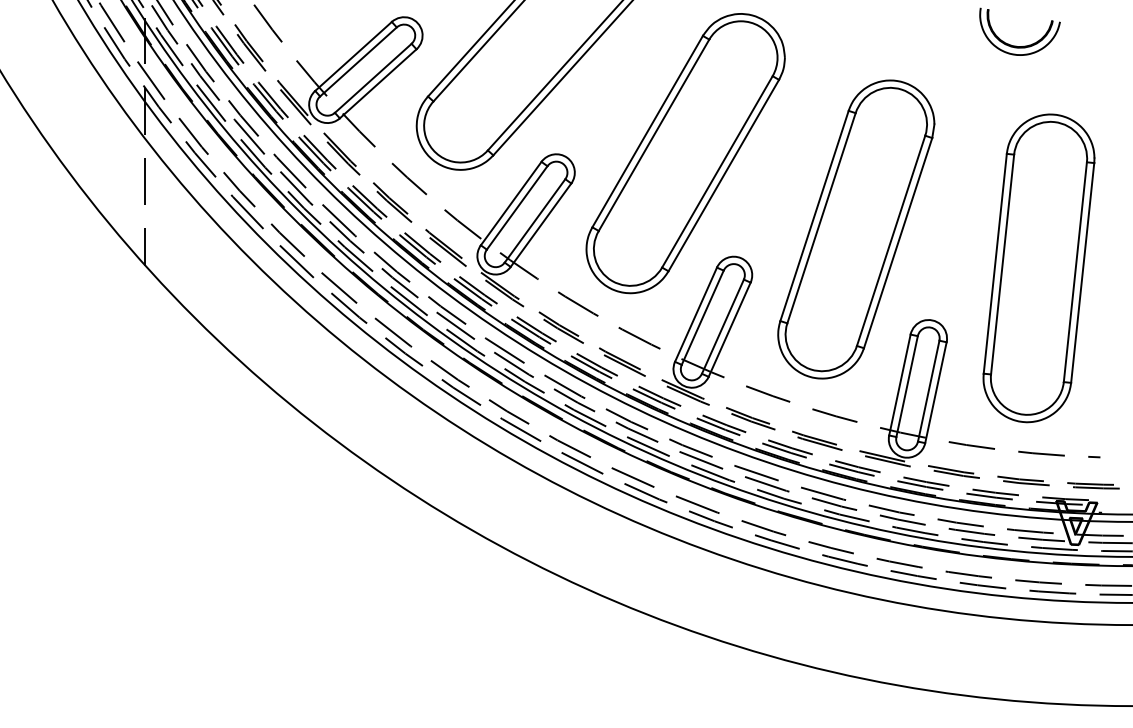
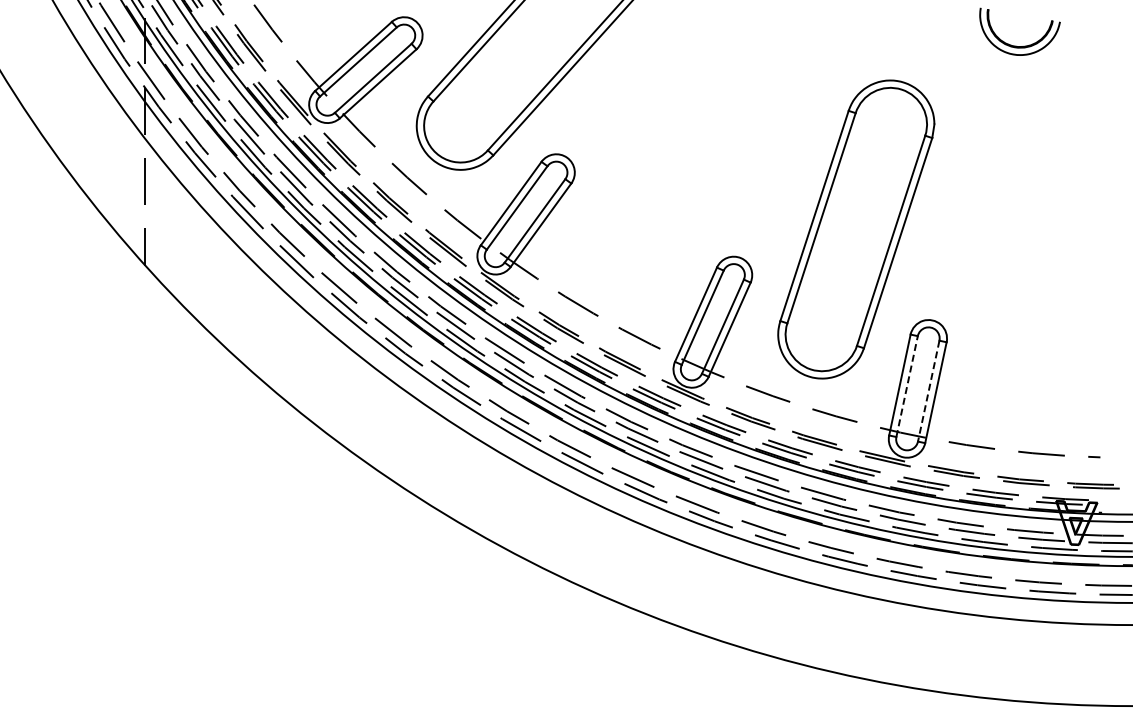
part at (685, 153): present -> none
part at (1038, 268): present -> none
line at (907, 386): solid -> dashed
line at (928, 391): solid -> dashed
